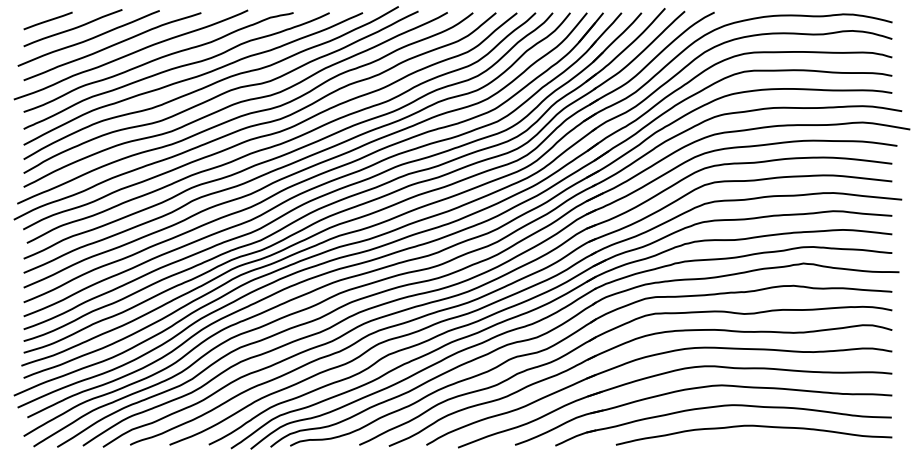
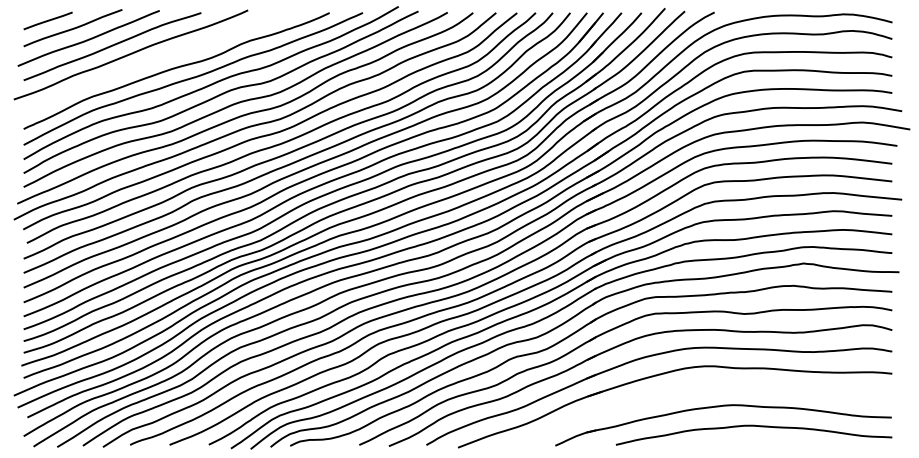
curve at (156, 60): present -> none
part at (702, 388): present -> none
